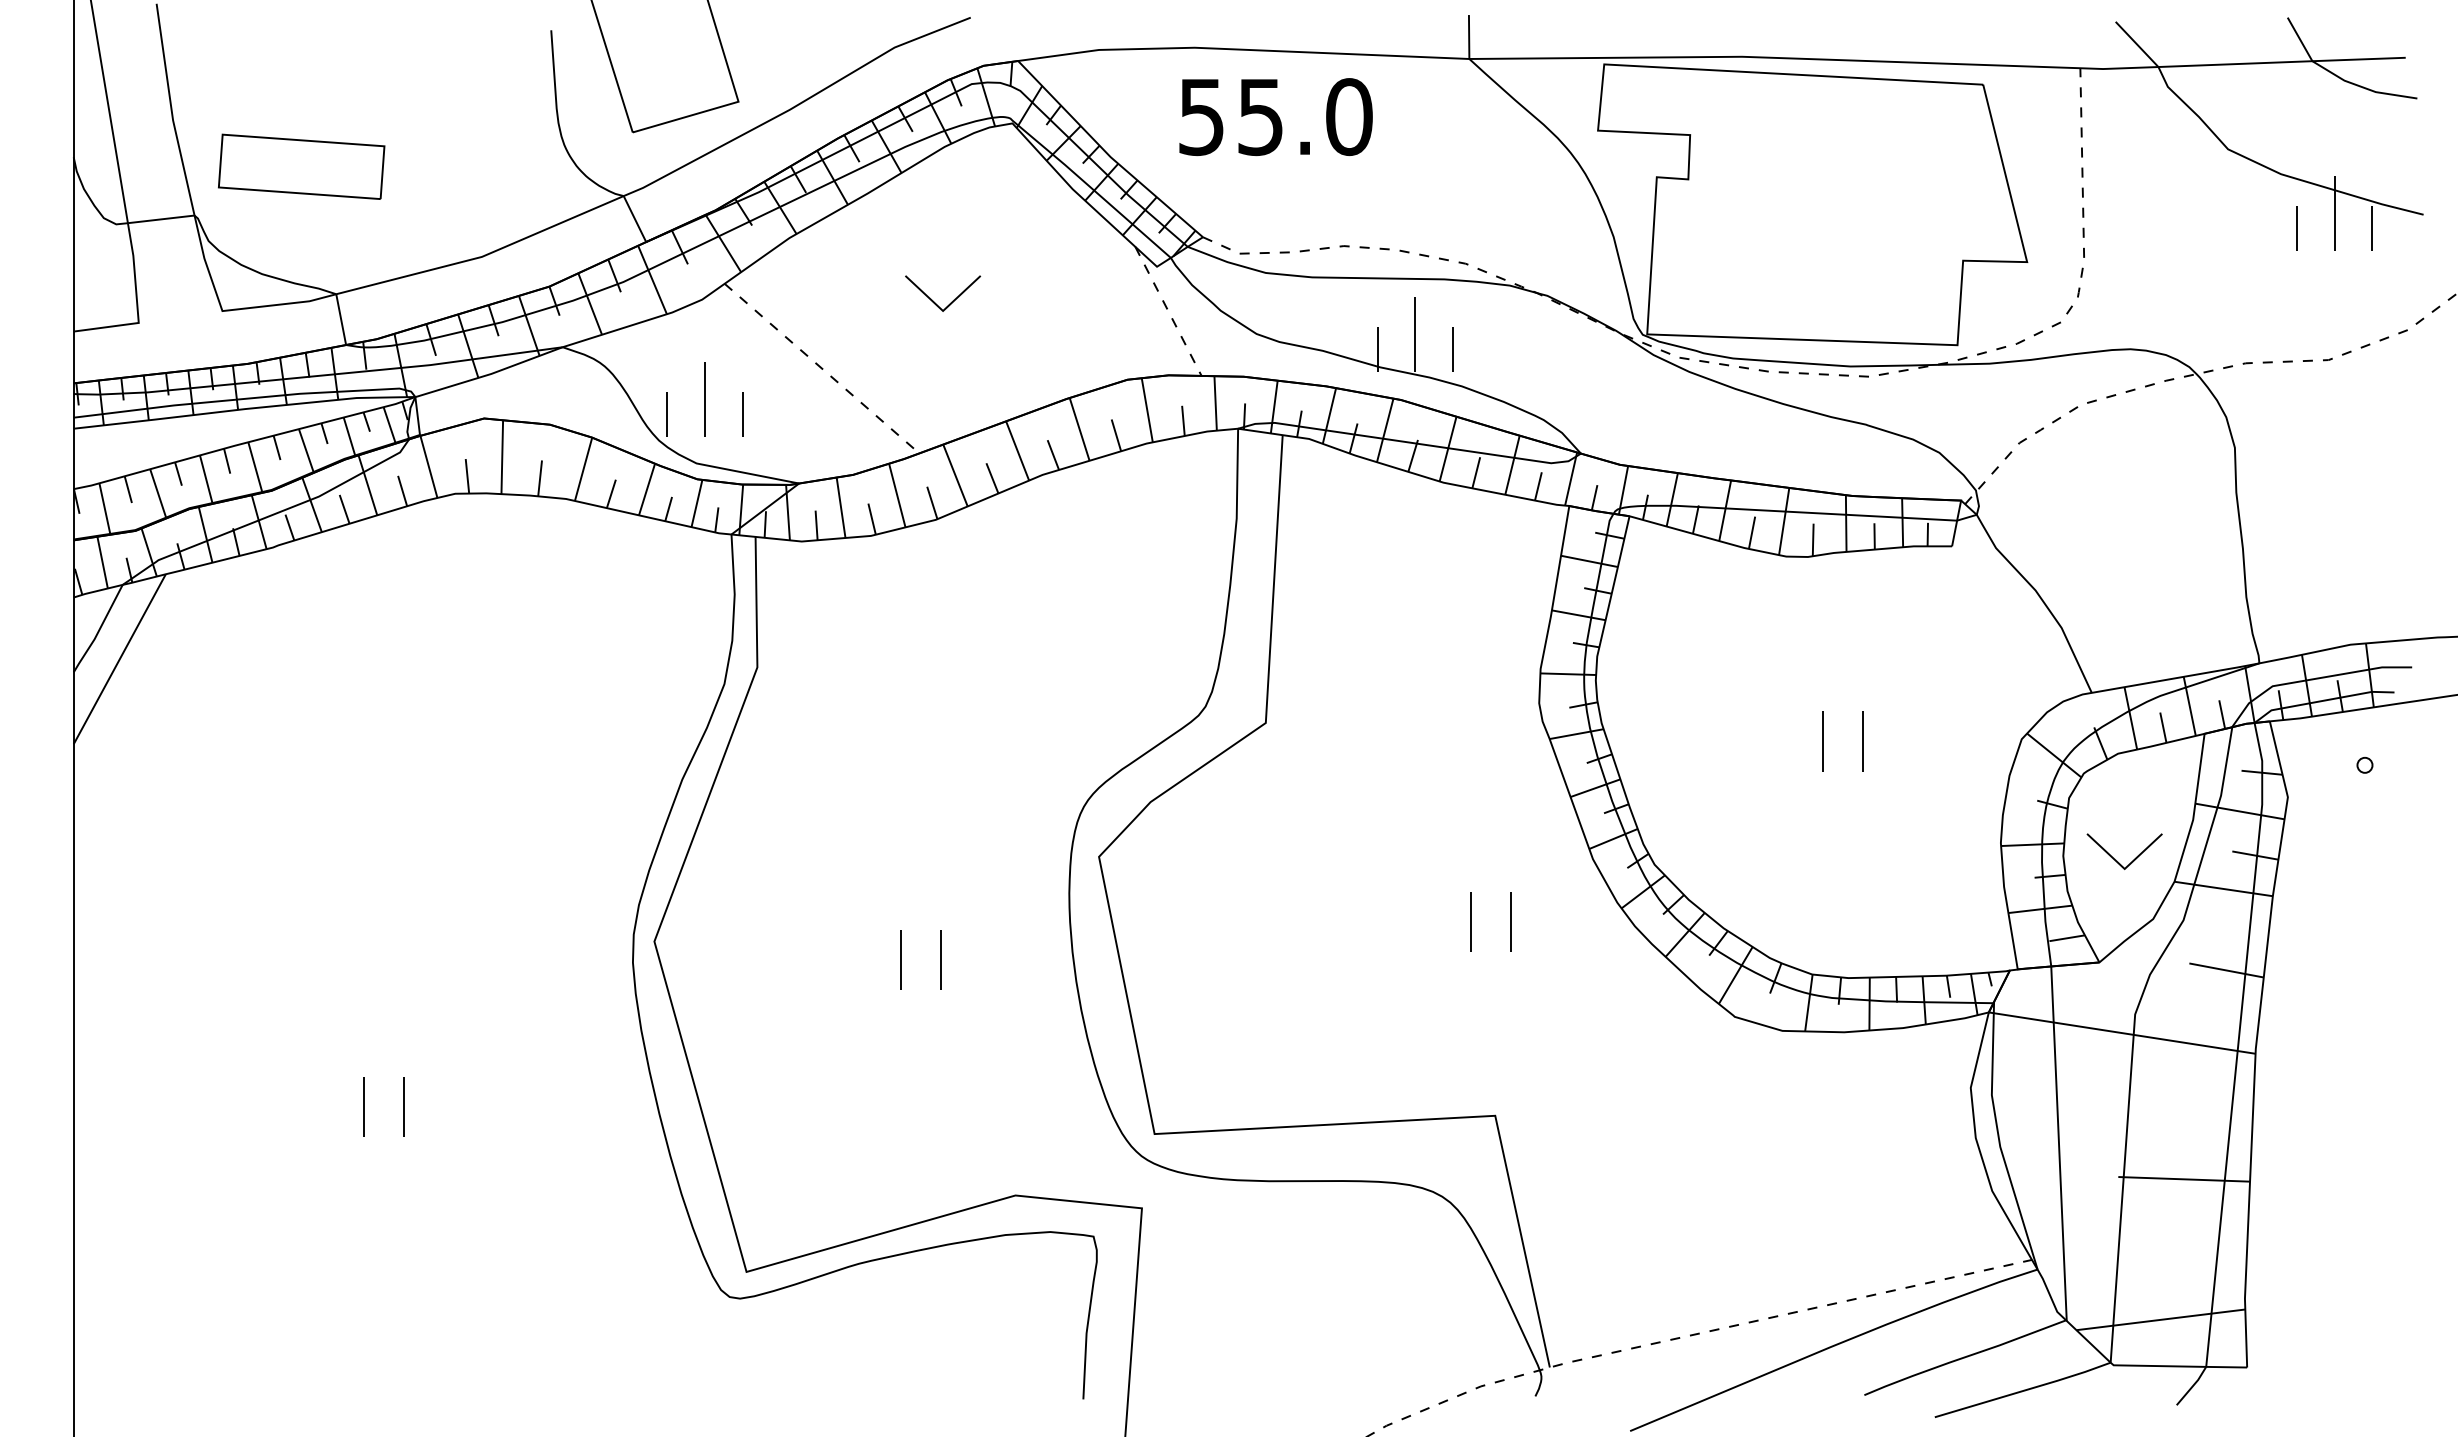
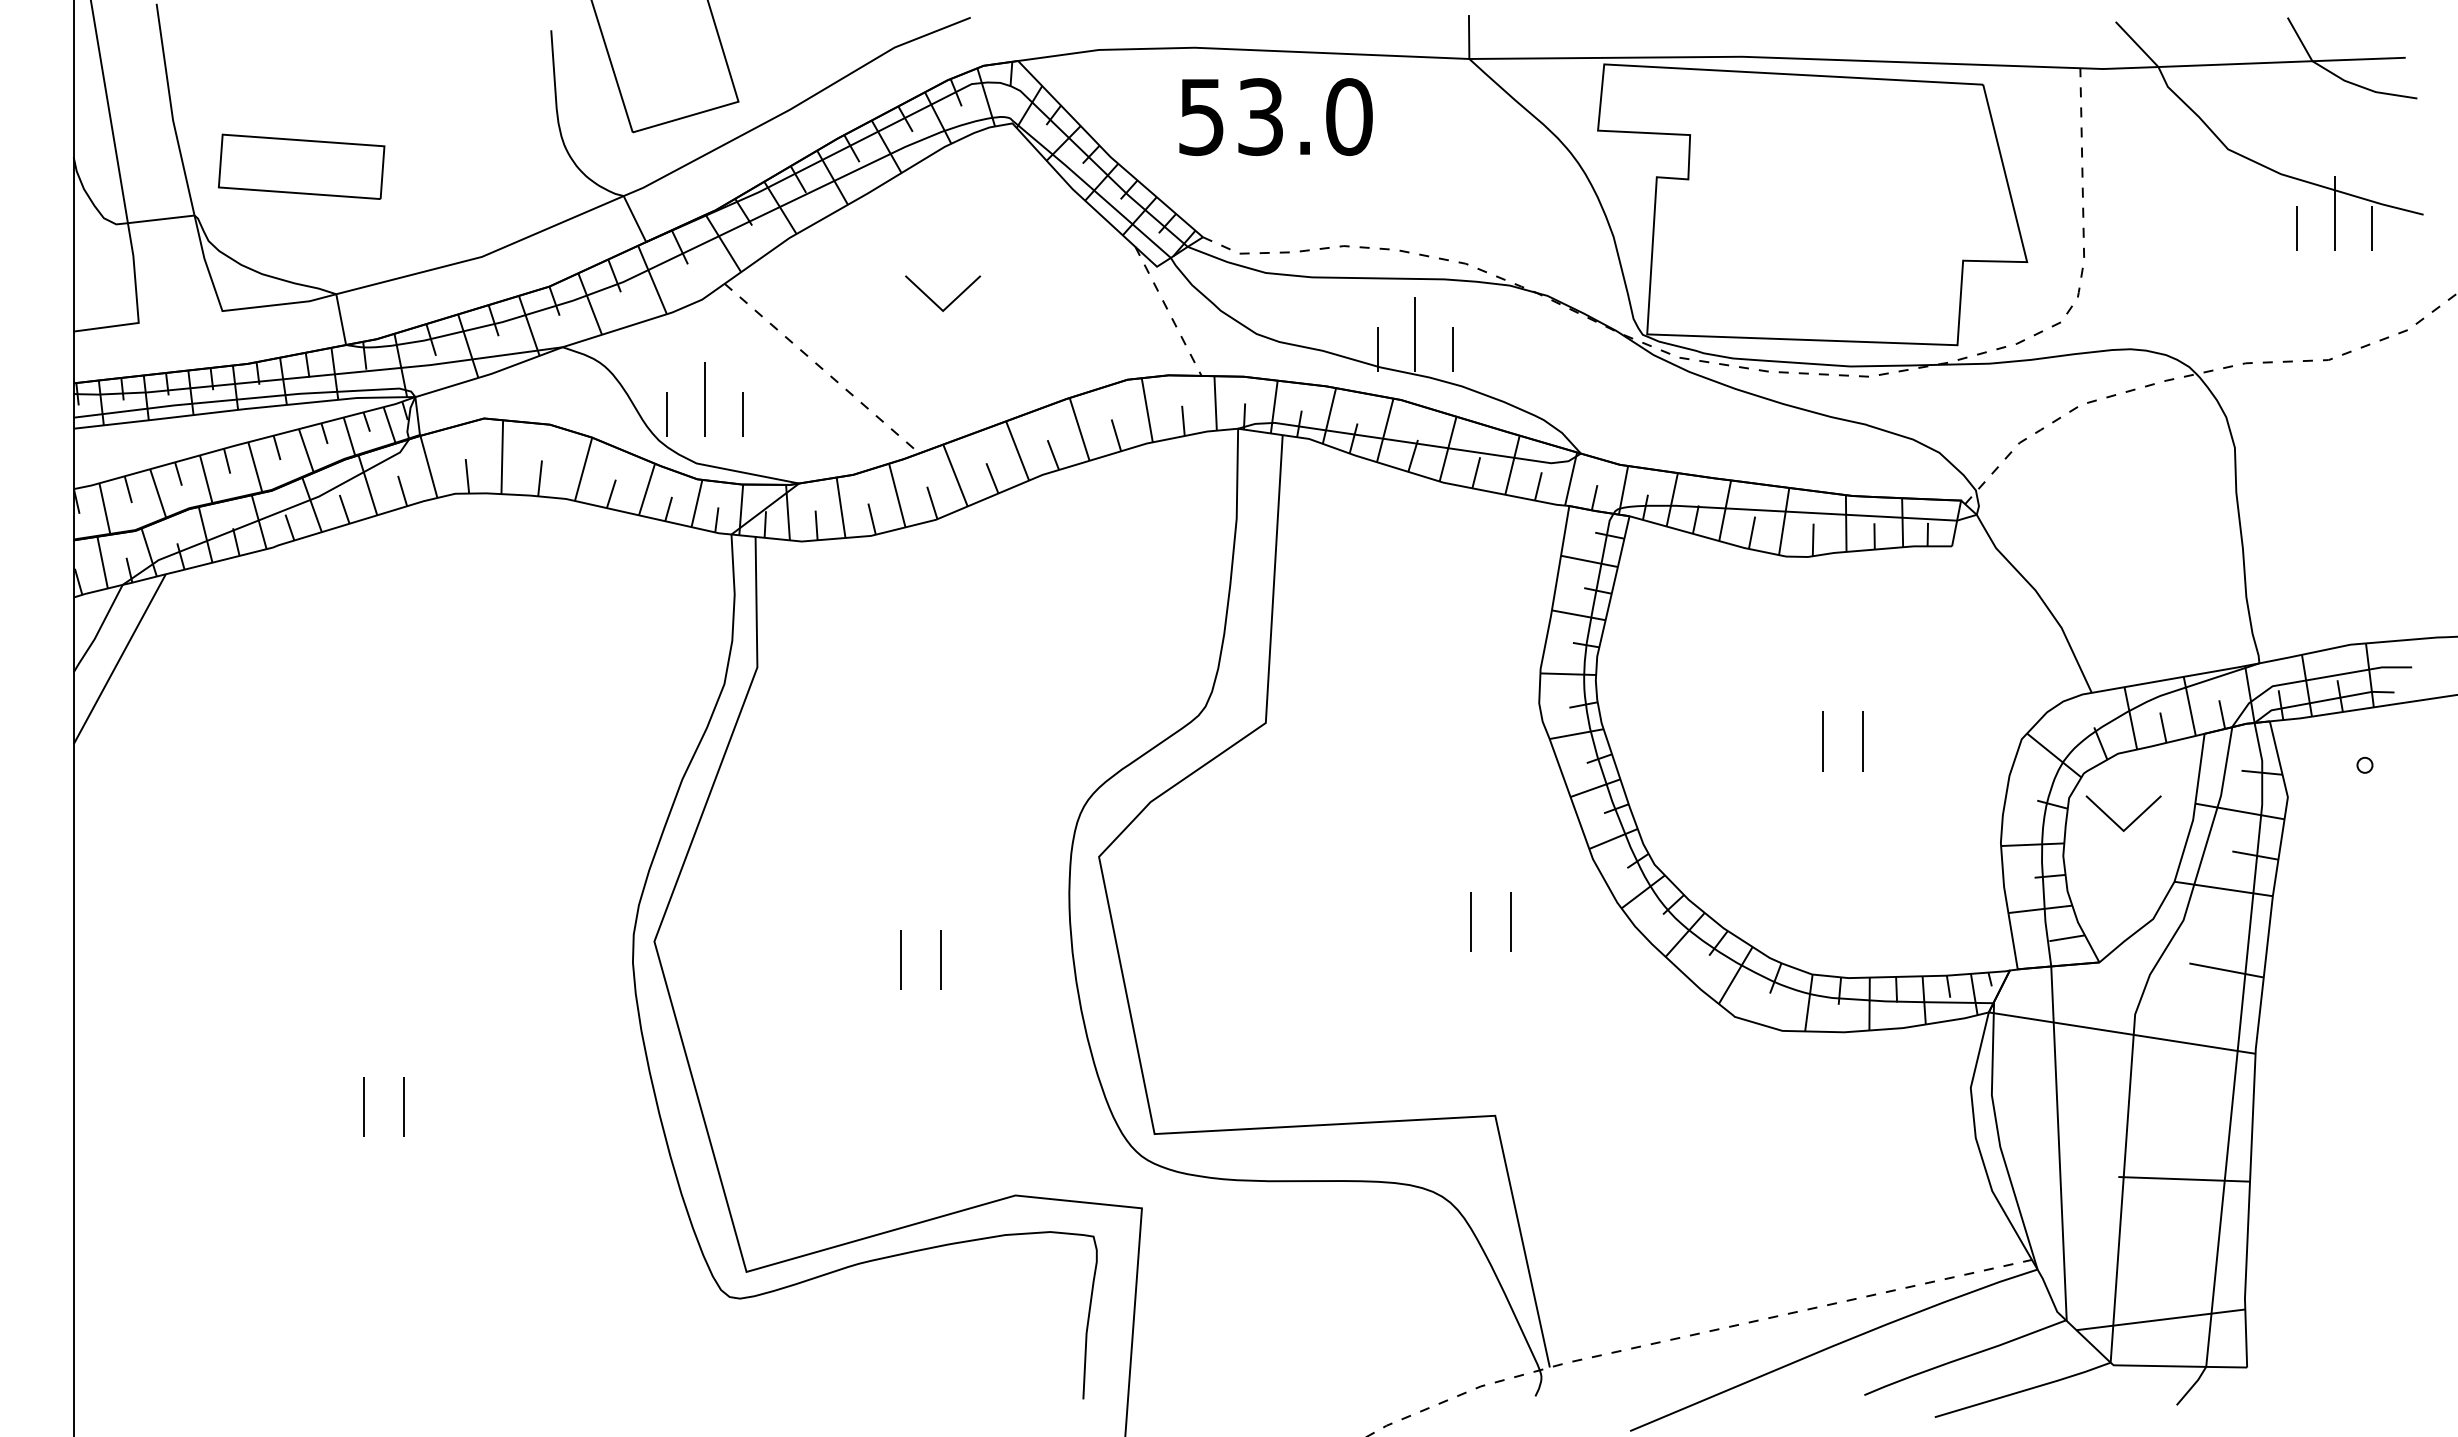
text at (1260, 116): 55.0 -> 53.0
part at (2117, 860) position: (2117, 860) -> (2116, 822)
